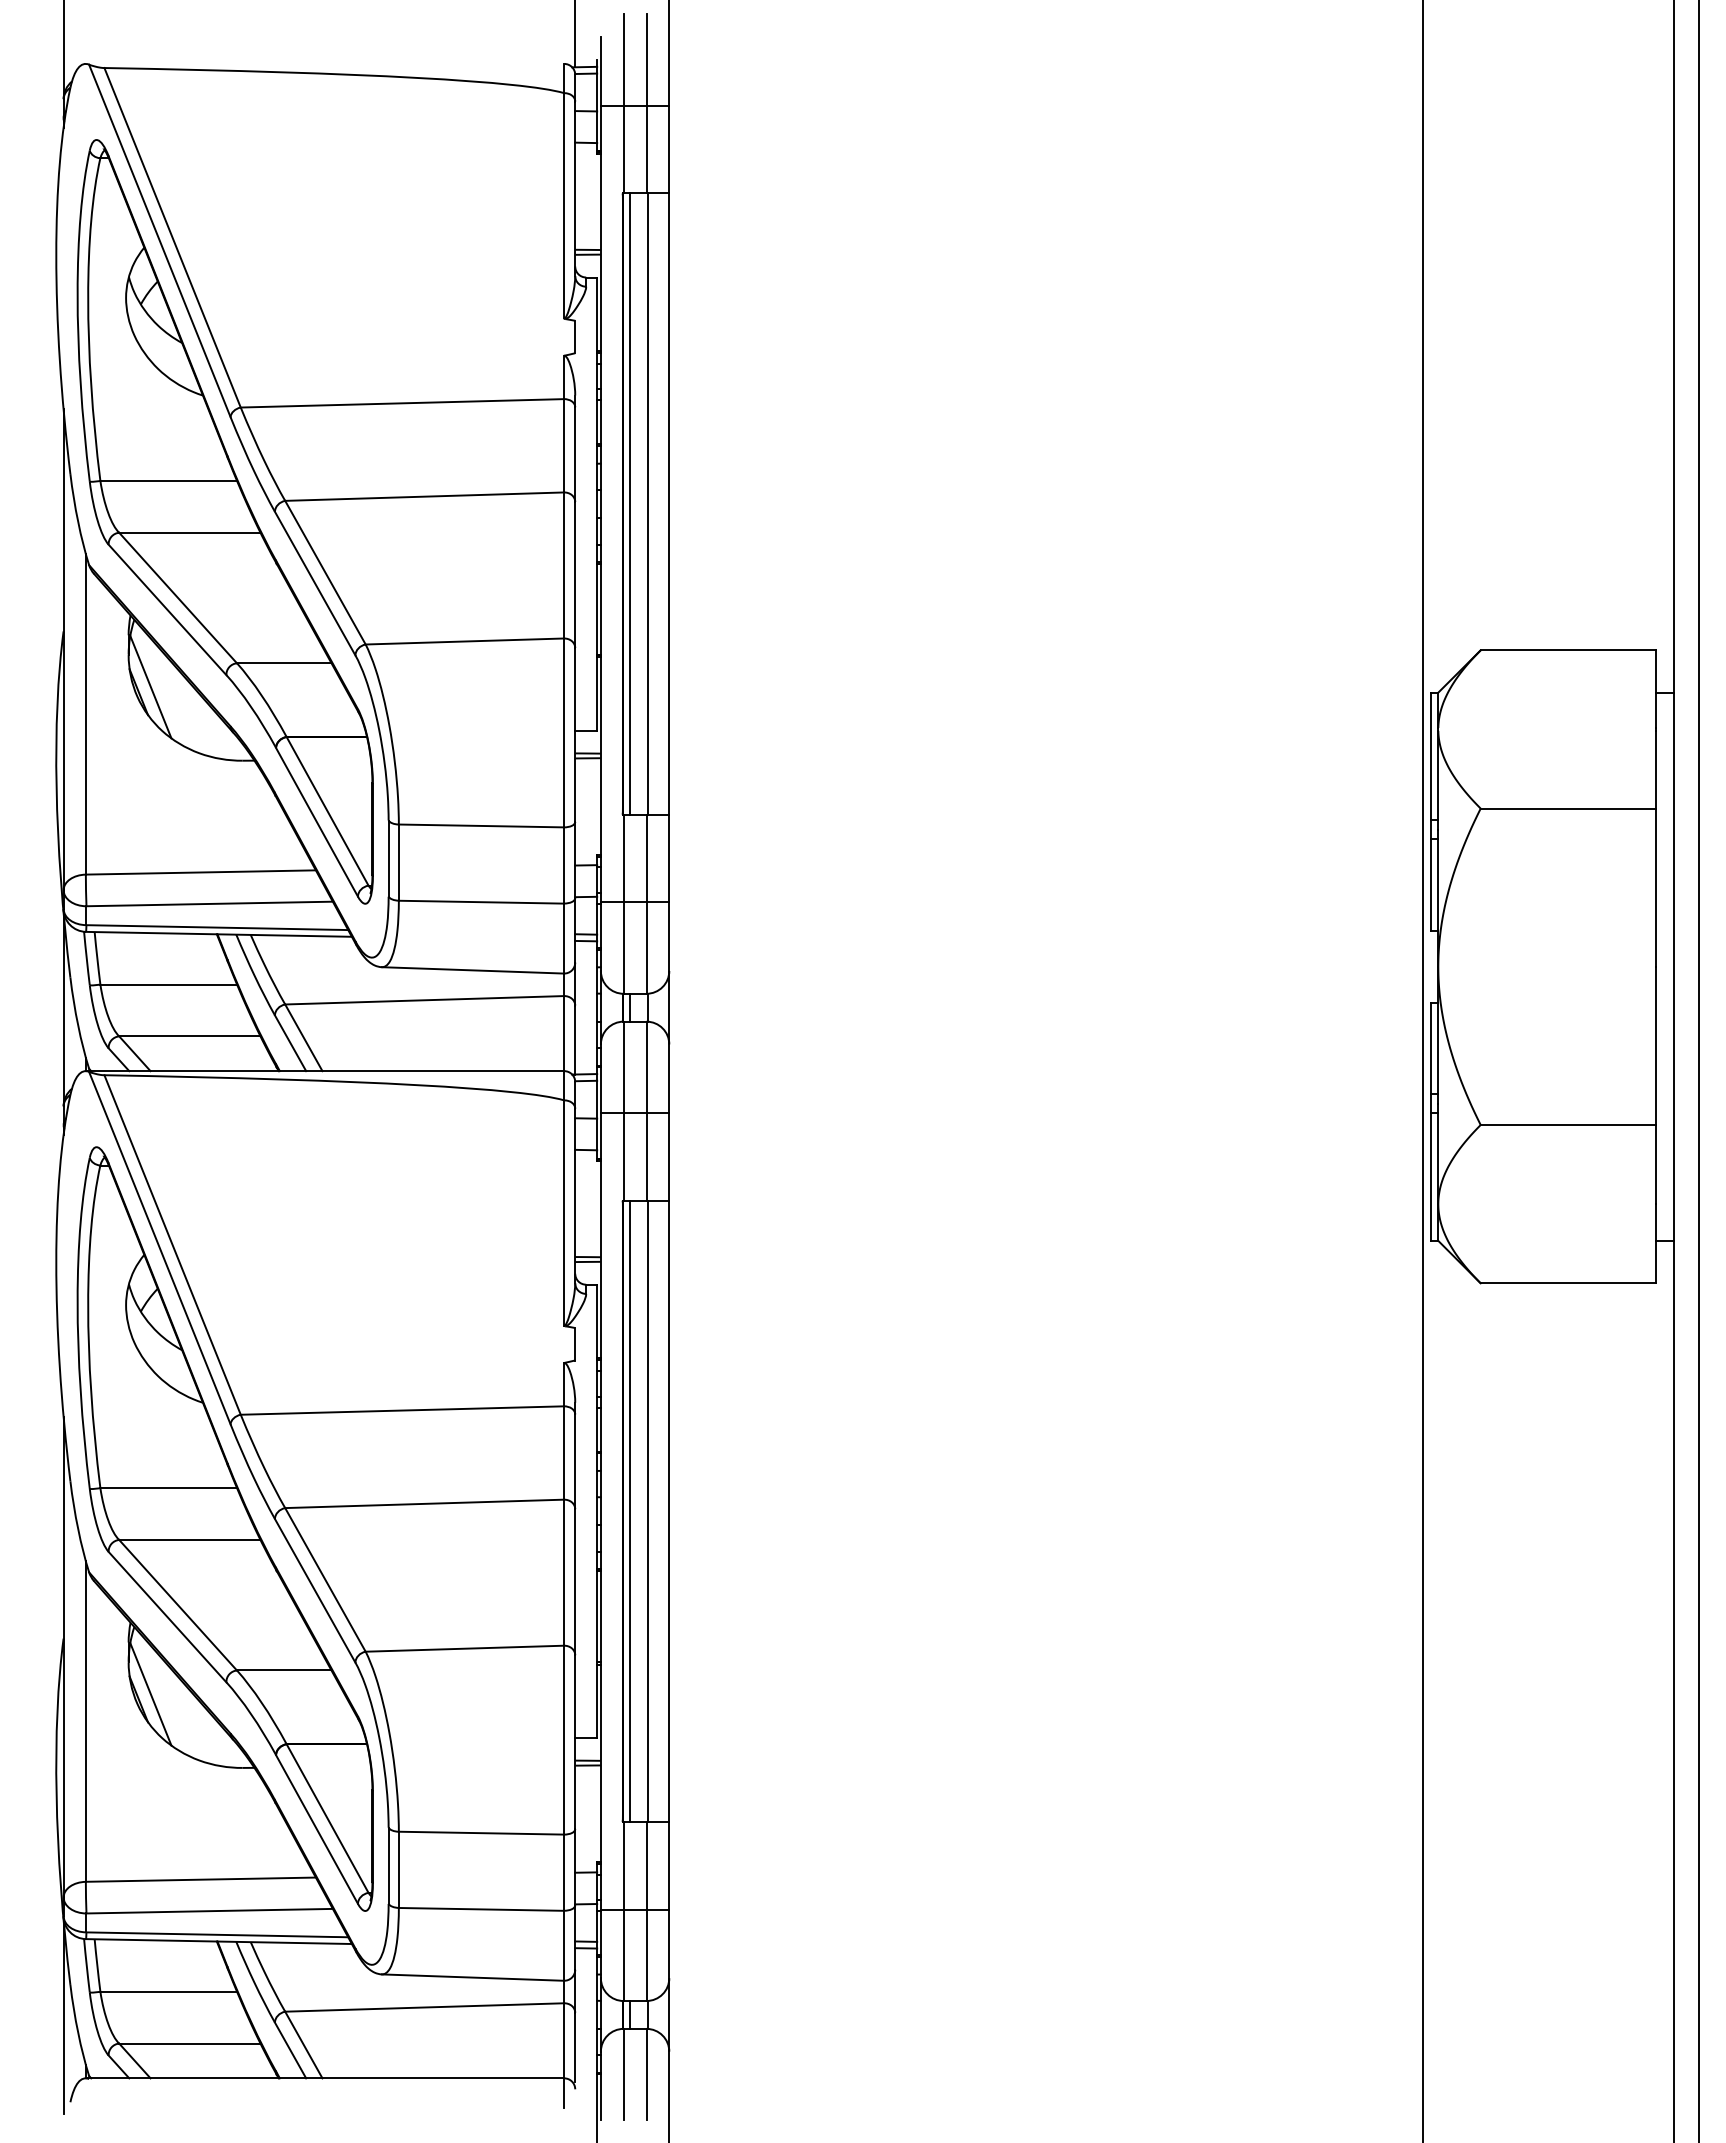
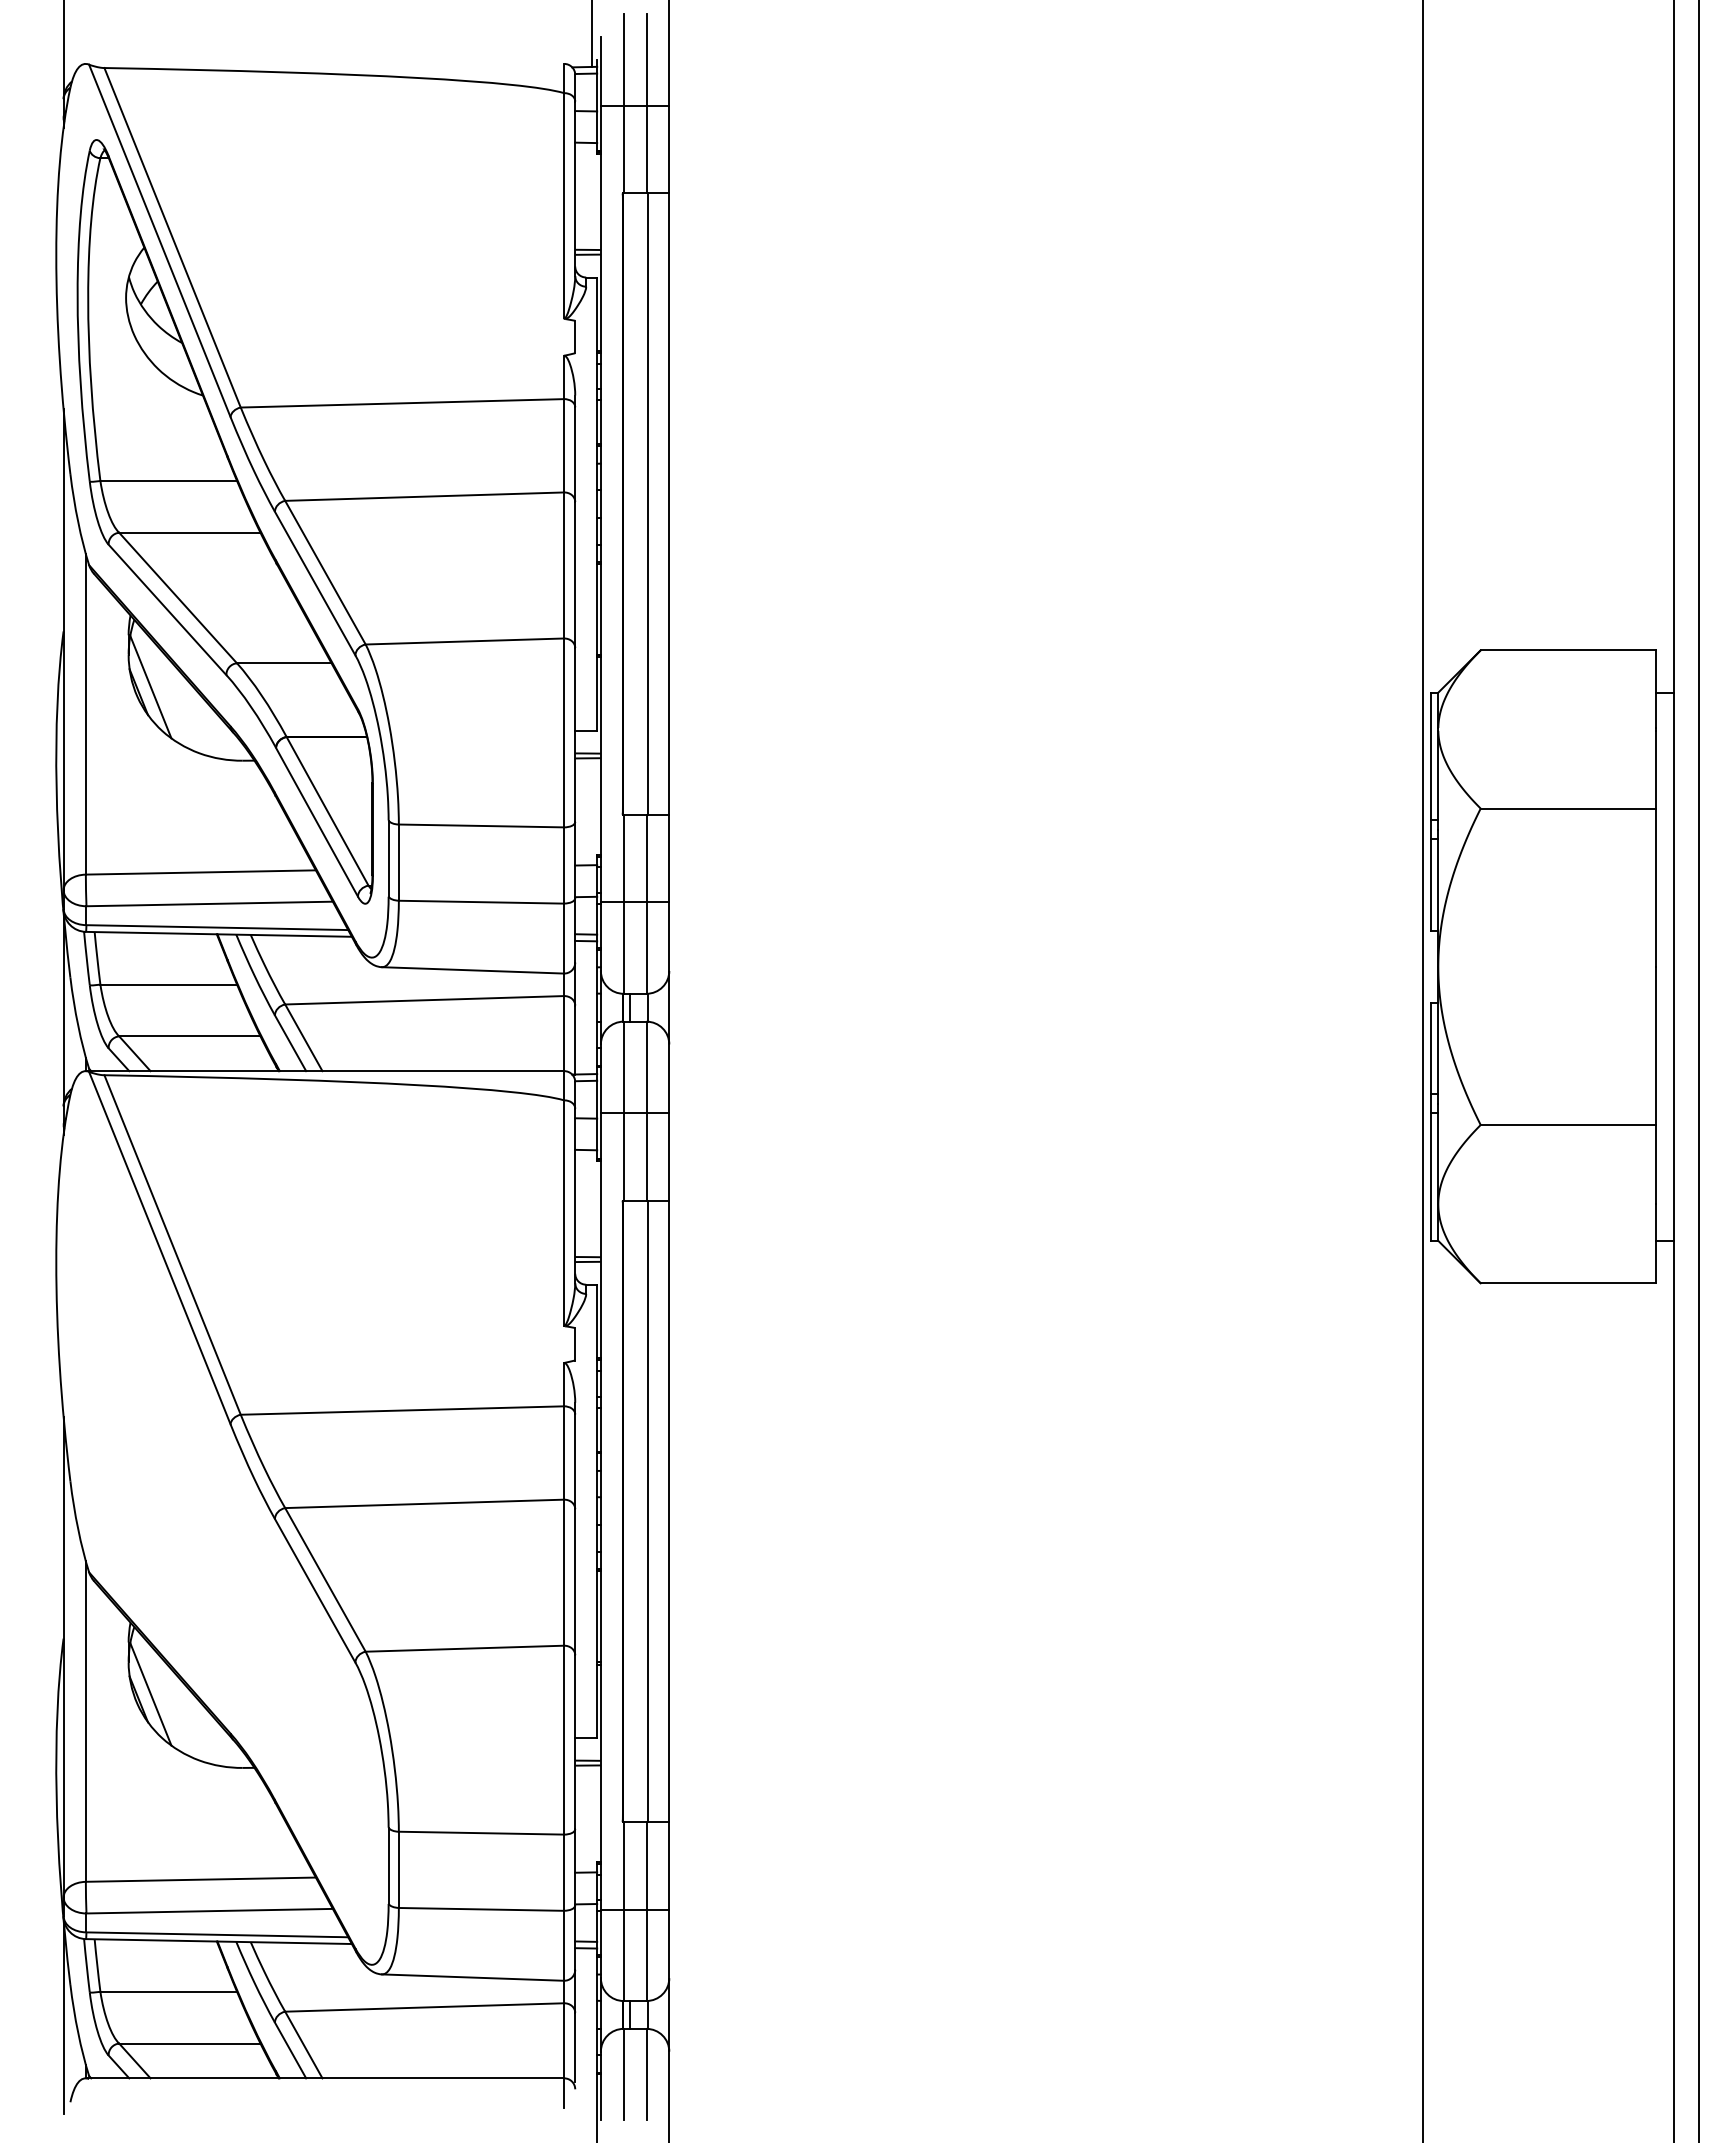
line at (575, 34) position: (575, 34) -> (592, 34)
line at (629, 503): present -> none
line at (629, 1510): present -> none
part at (224, 1528): present -> none
